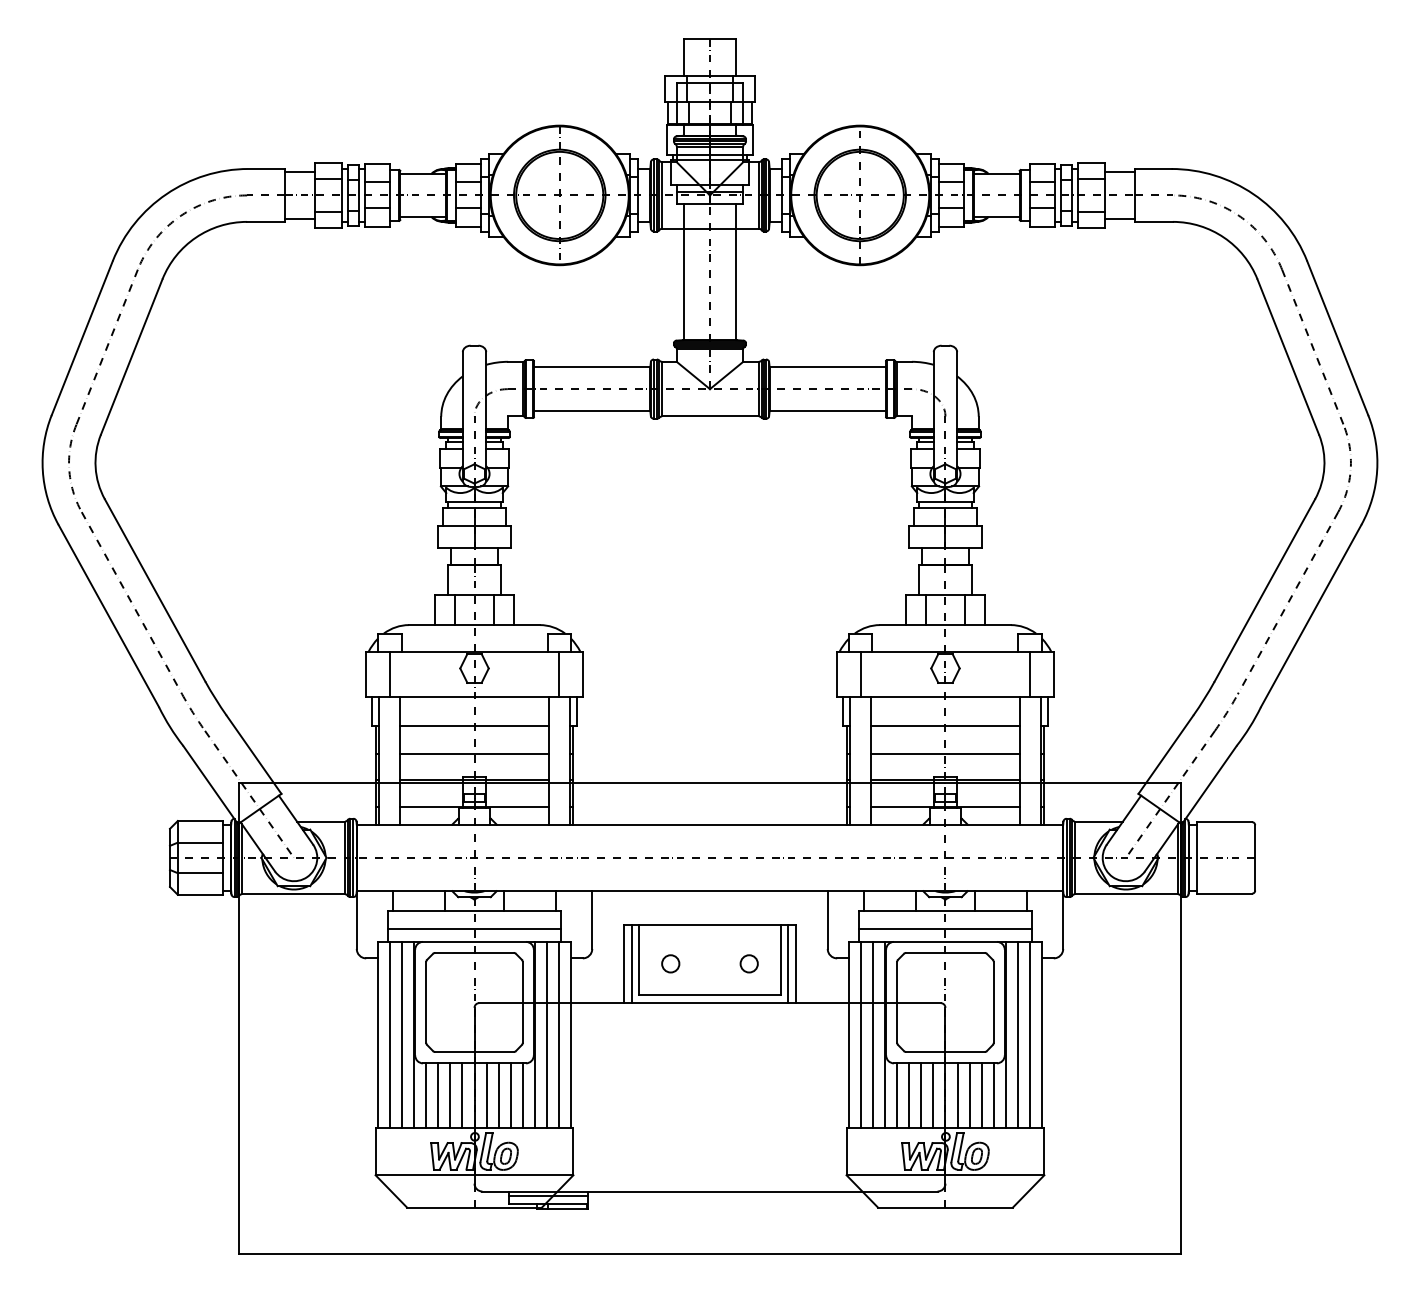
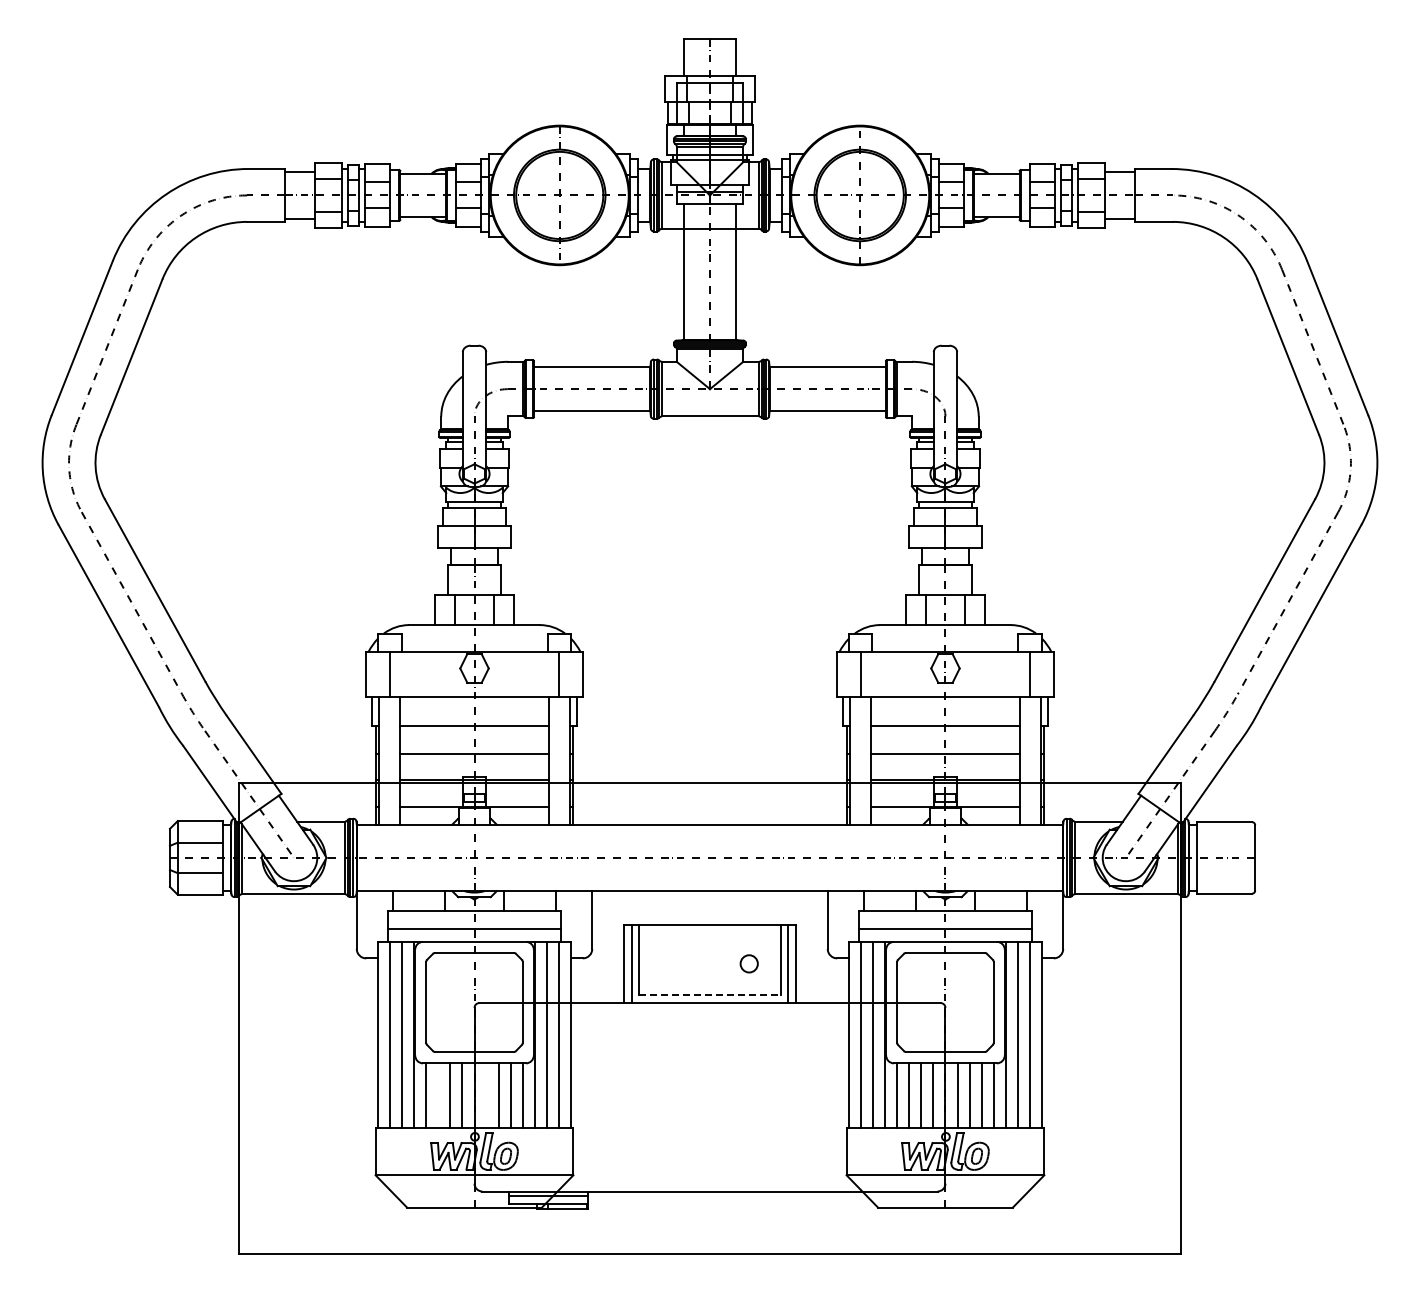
circle at (670, 963): present -> none
line at (710, 995): solid -> dashed
line at (438, 1095): present -> none
line at (486, 1095): present -> none
